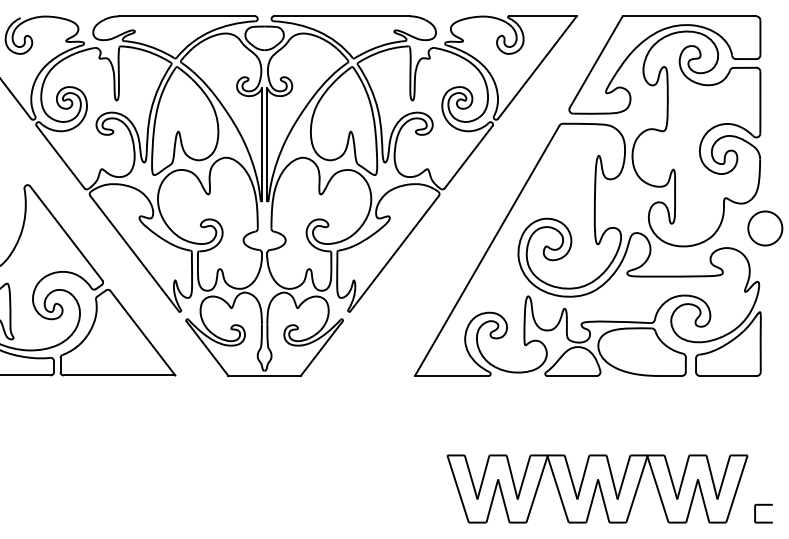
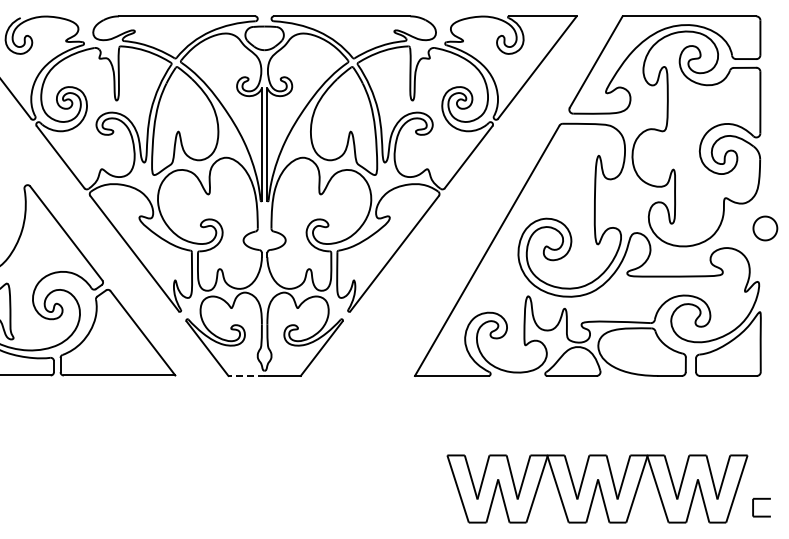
part at (765, 228) size: 37x37 px -> 27x27 px
line at (246, 375): solid -> dashed
part at (763, 505) position: (763, 505) -> (761, 499)
